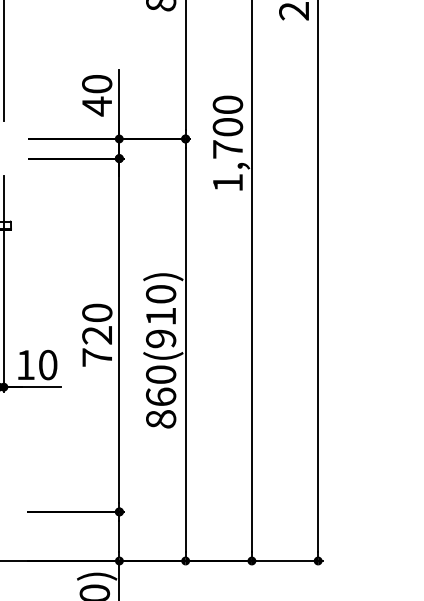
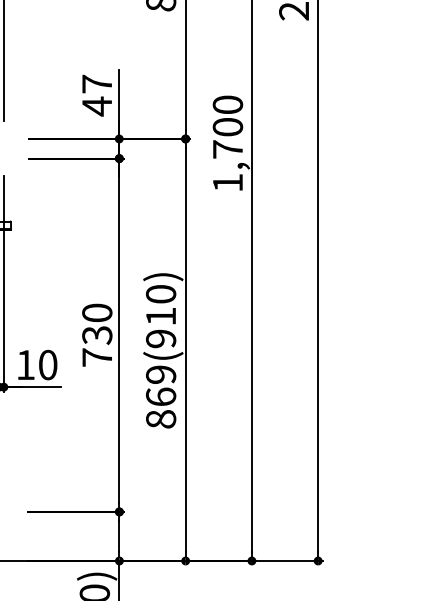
text at (97, 83): 40 -> 47
text at (97, 335): 720 -> 730
text at (161, 374): 860(910) -> 869(910)
